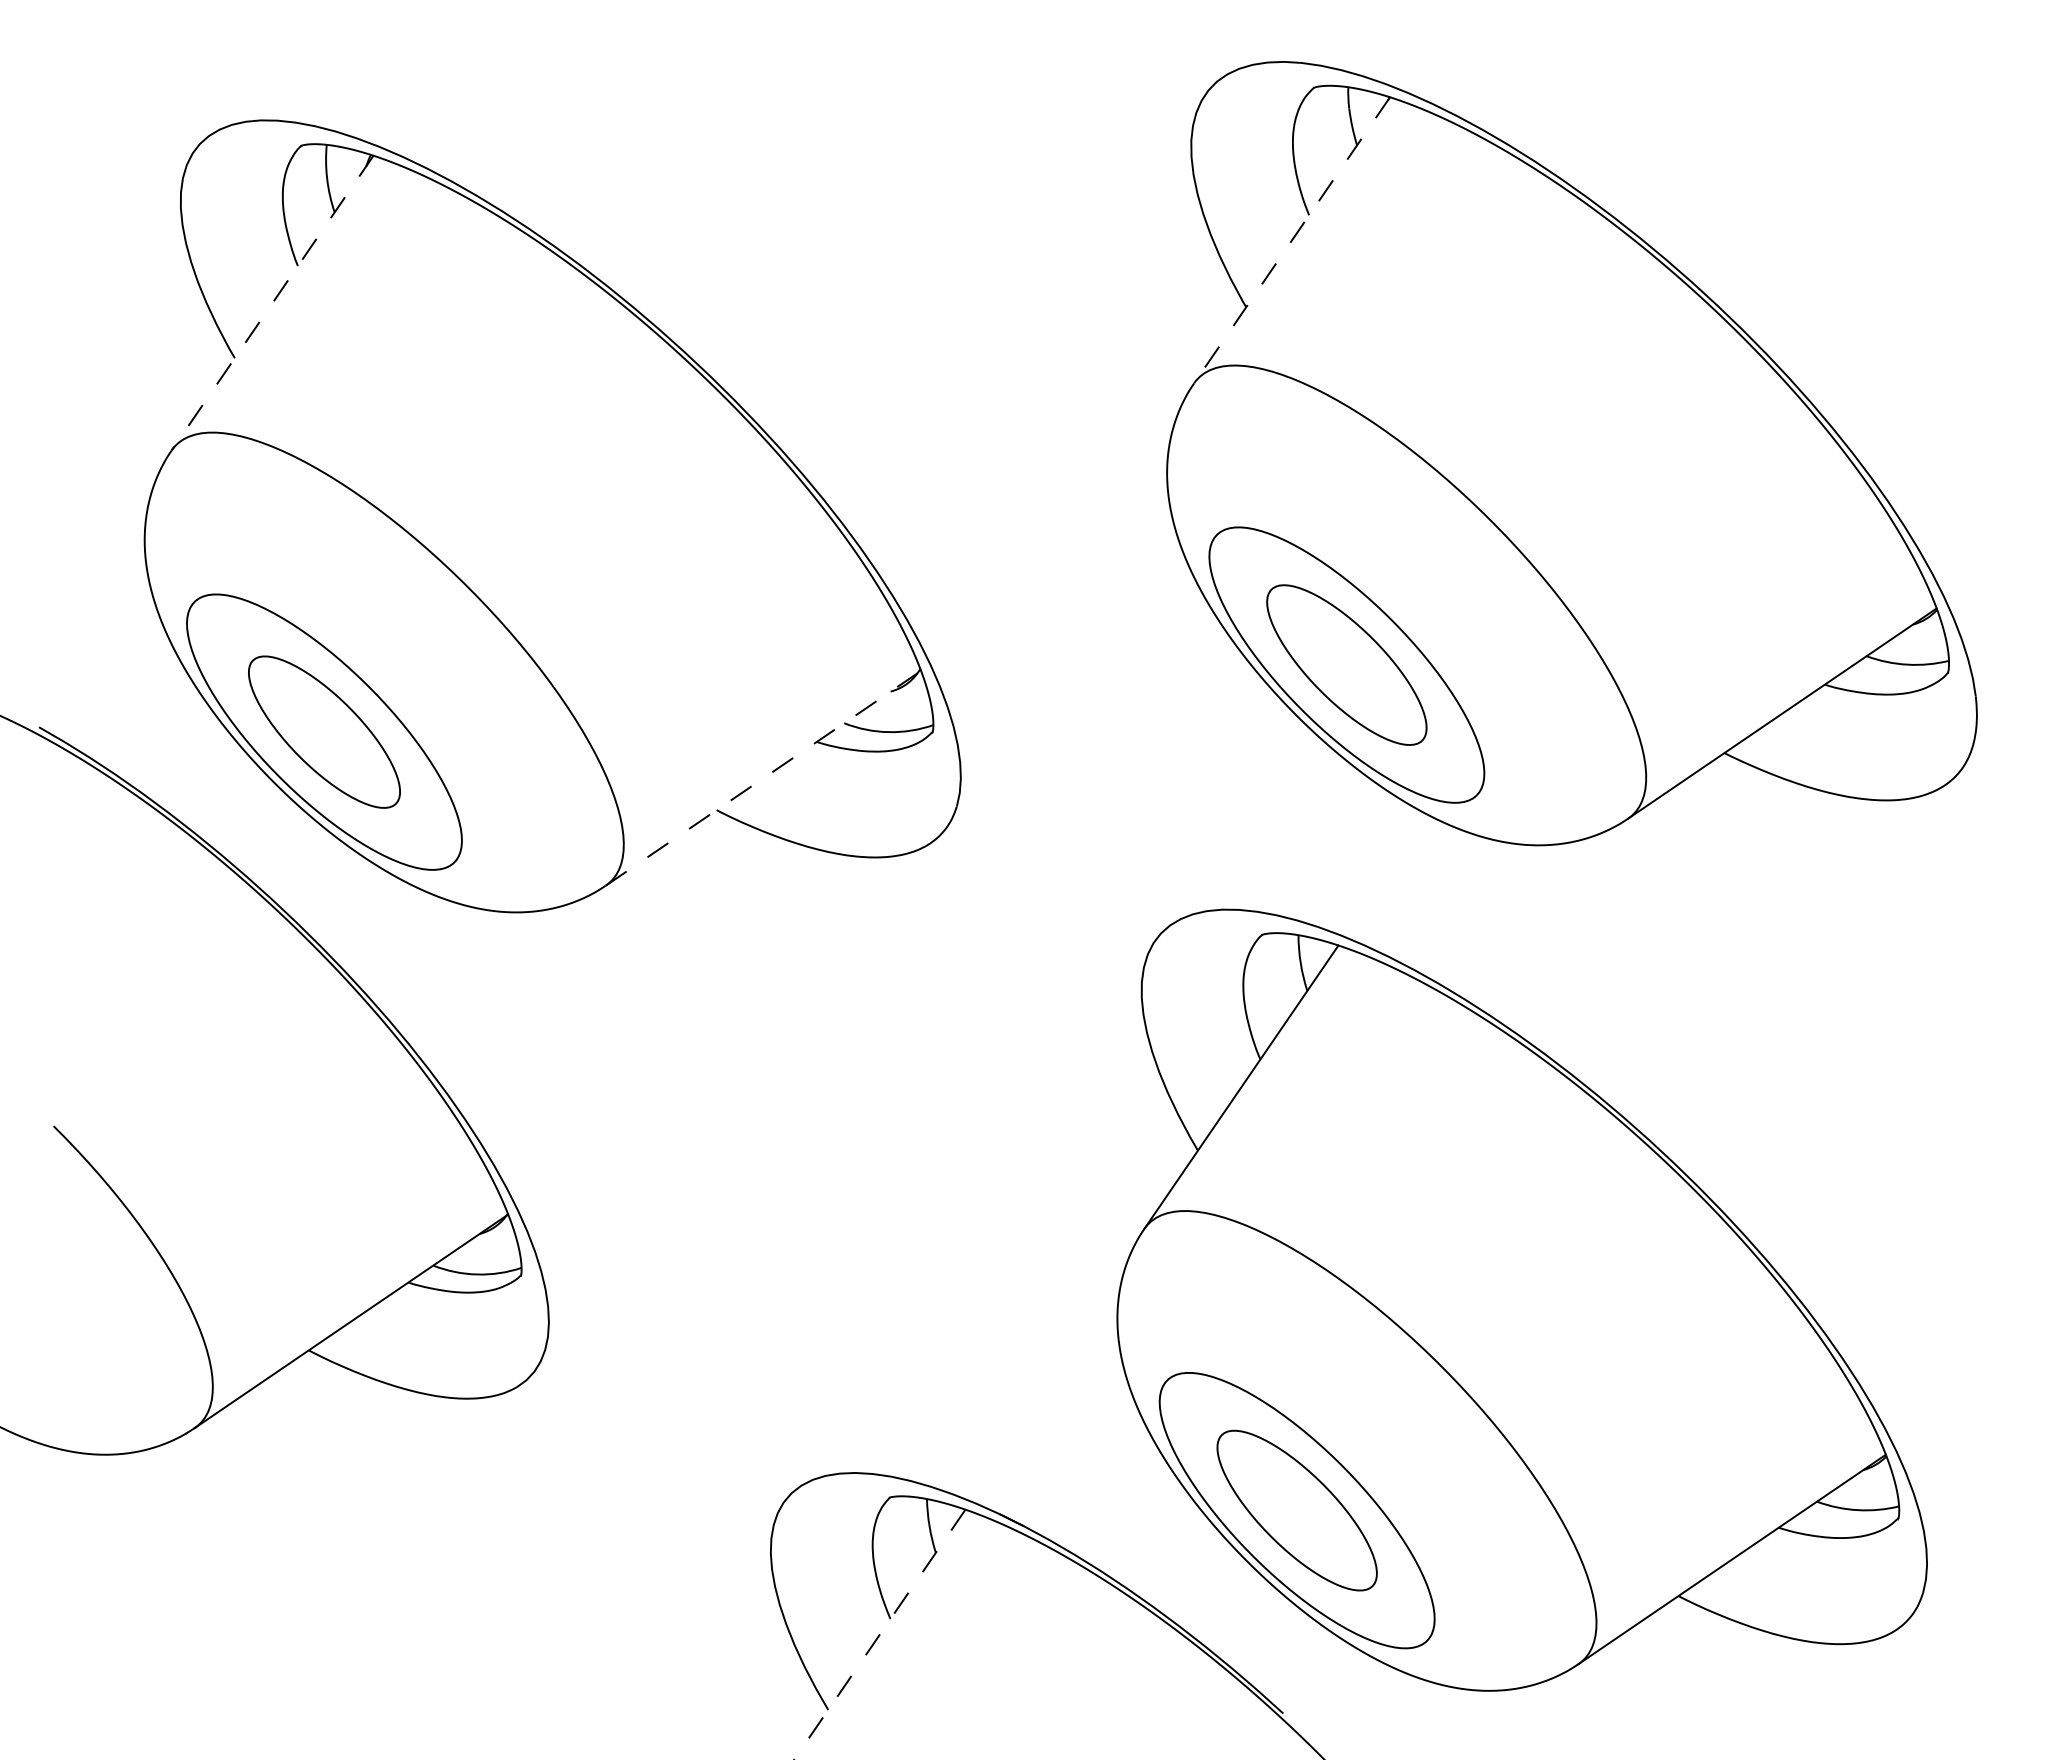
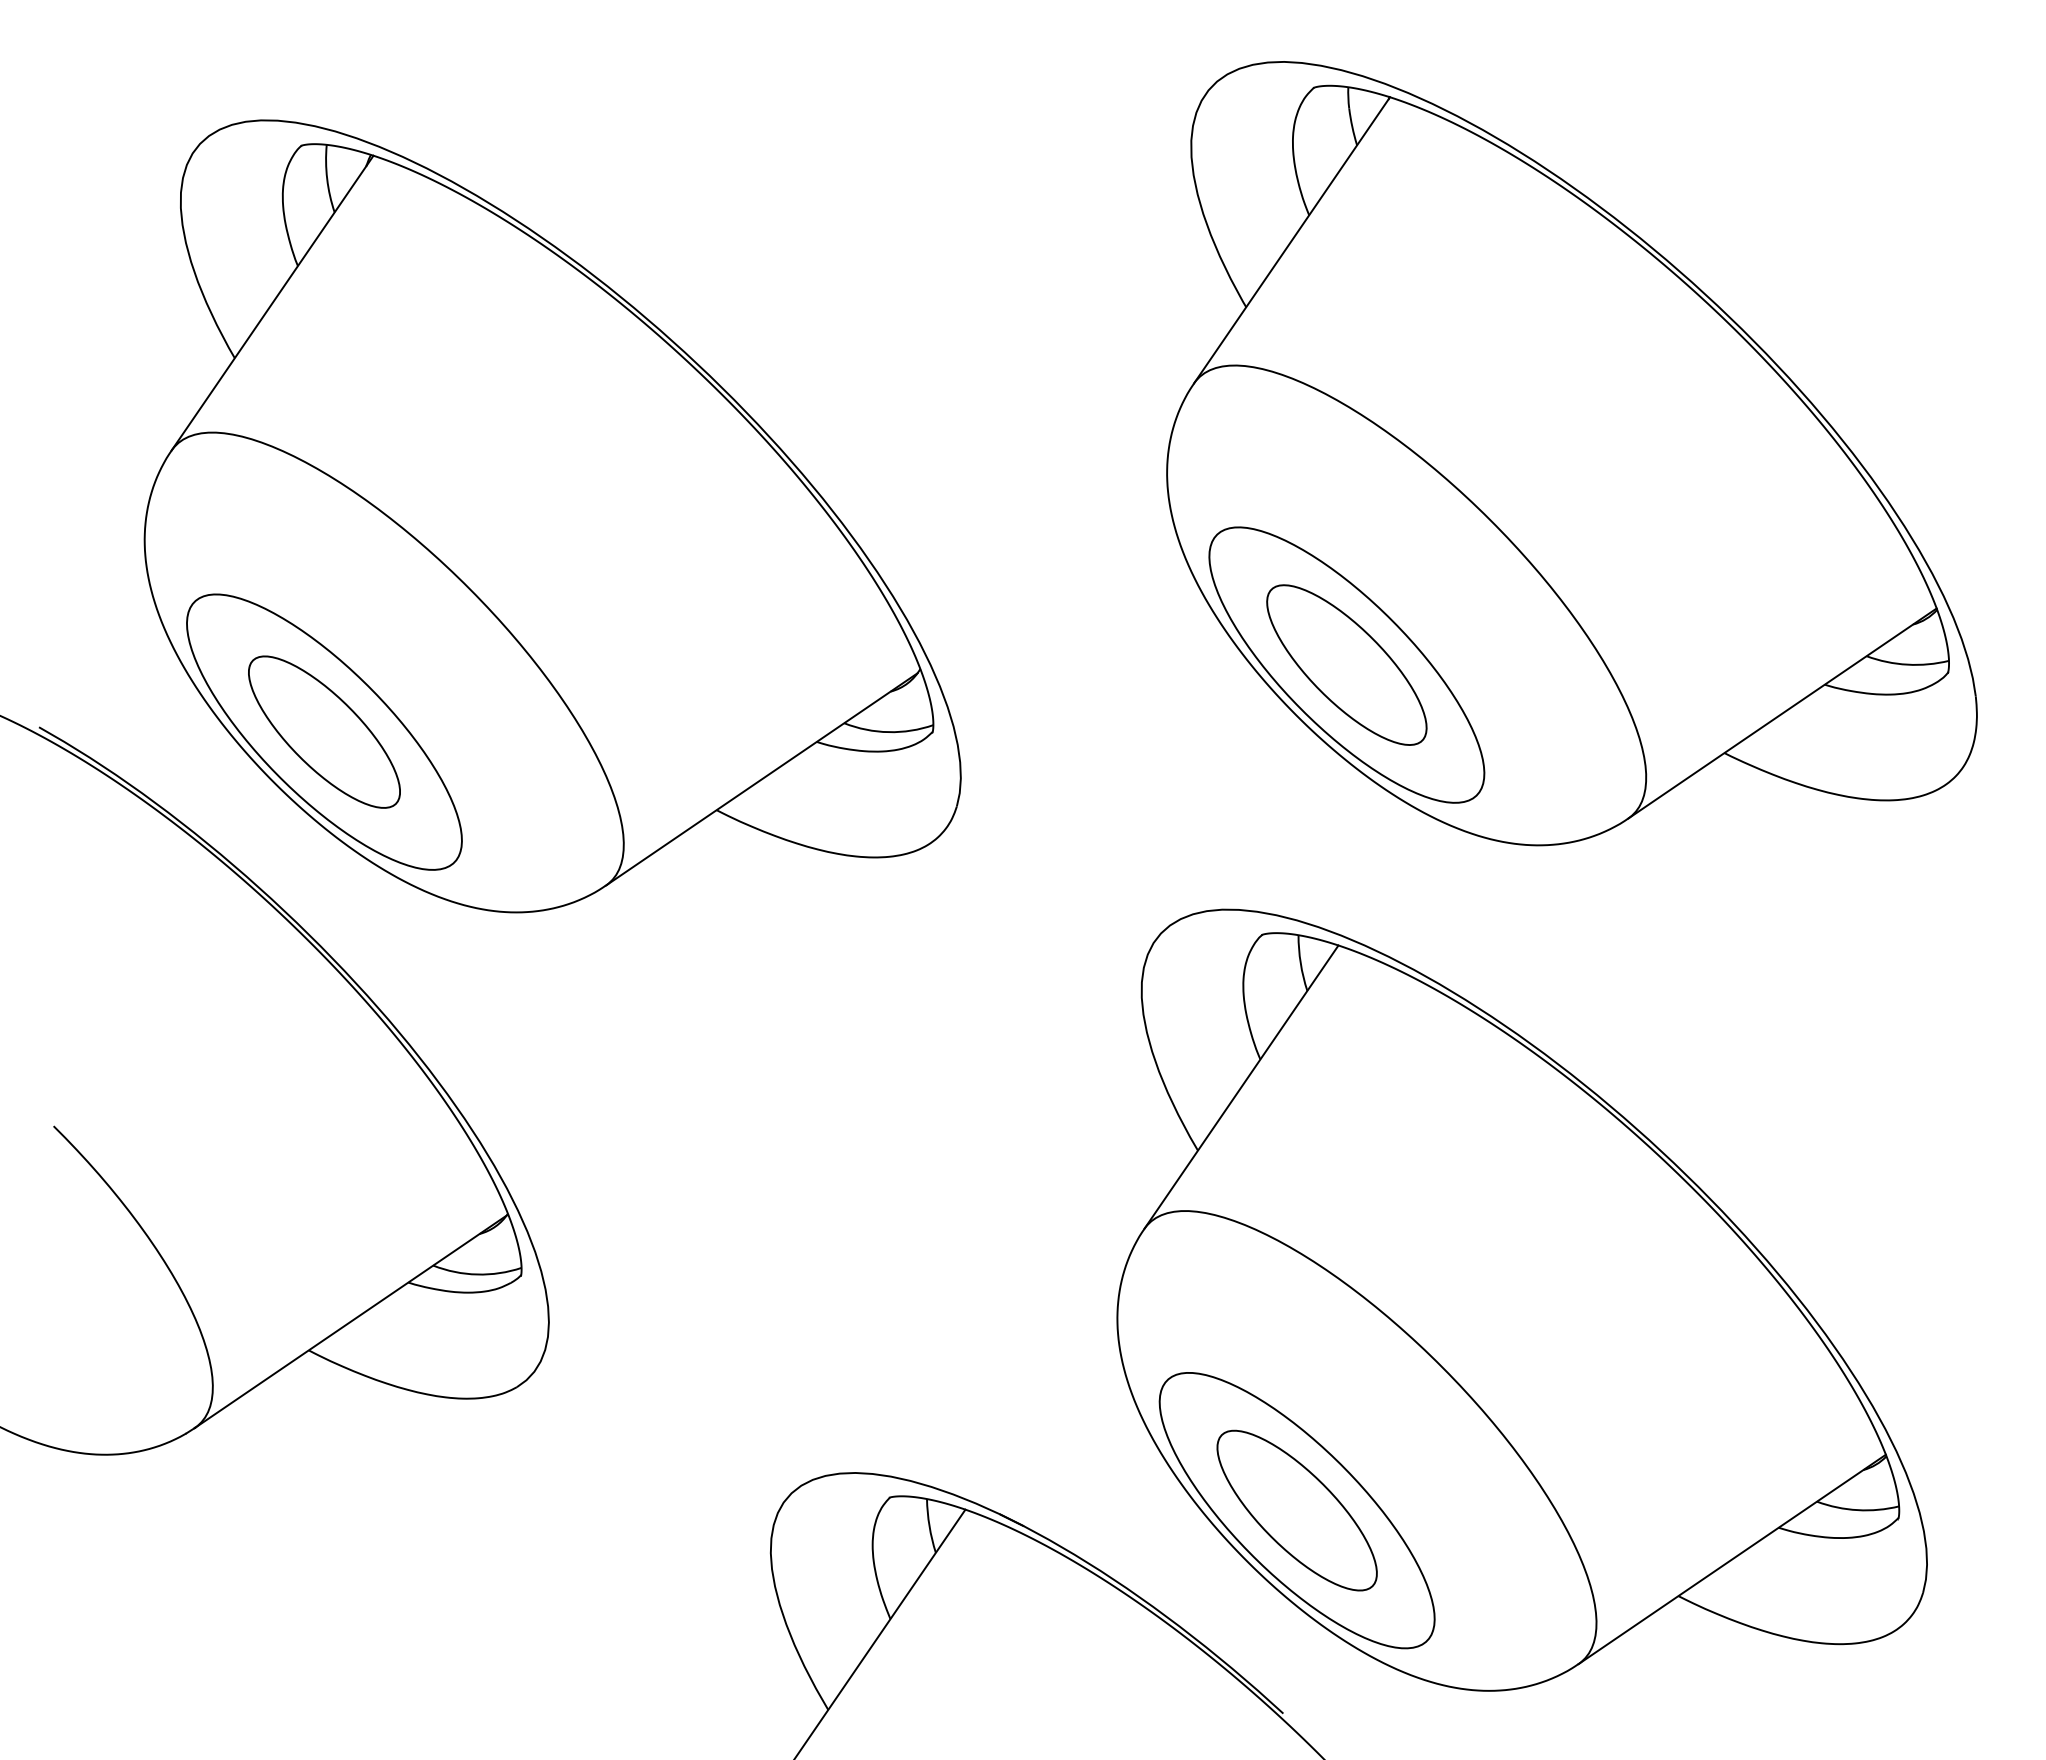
line at (1291, 240): dashed -> solid
line at (272, 303): dashed -> solid
line at (761, 779): dashed -> solid
line at (879, 1635): dashed -> solid
